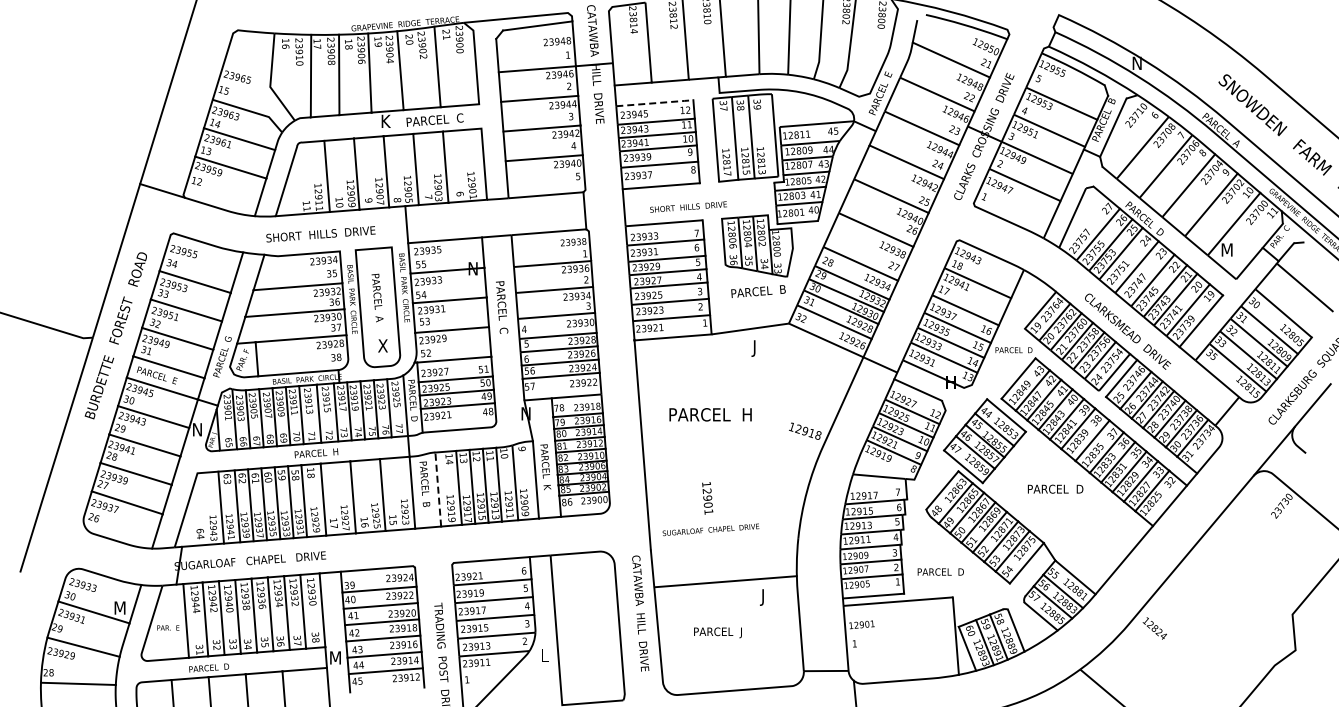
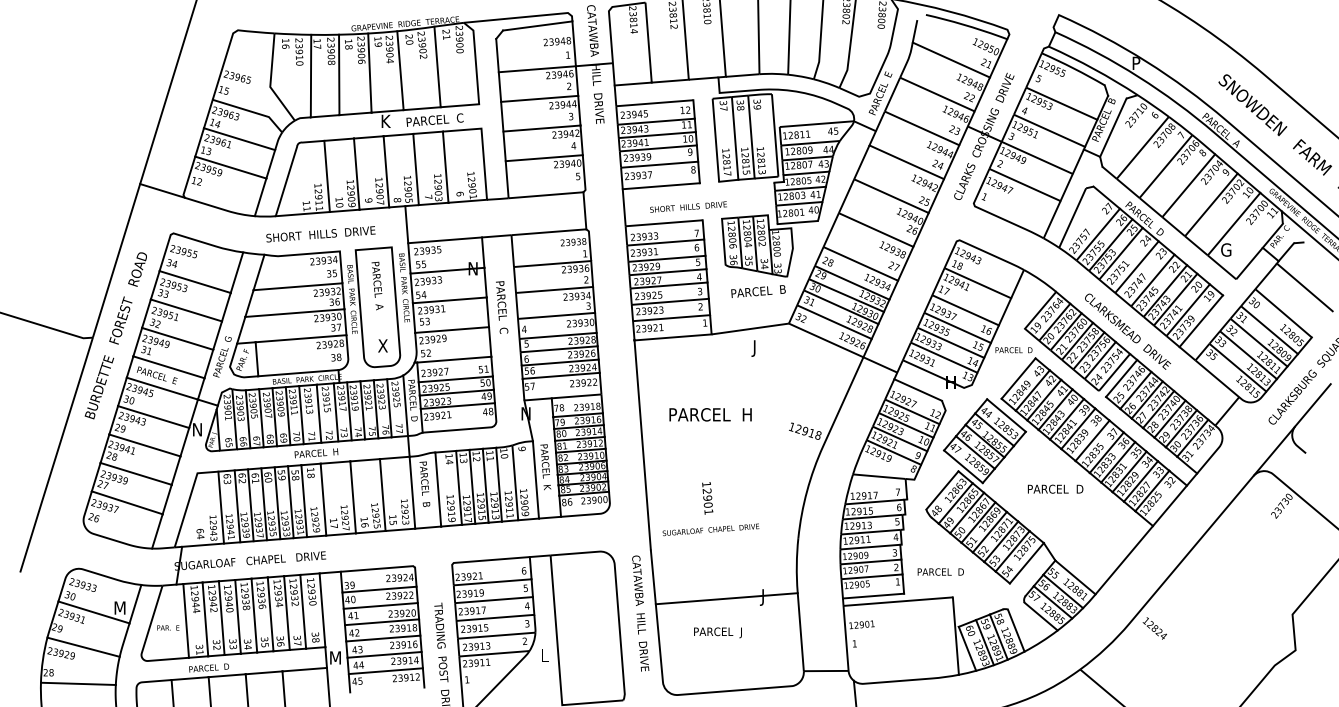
text at (1137, 62): N -> P
line at (655, 103): dashed -> solid
text at (1226, 249): M -> G
text at (377, 297) position: (377, 297) -> (377, 285)
line at (438, 489): dashed -> solid
line at (725, 581) position: (725, 581) -> (726, 598)
